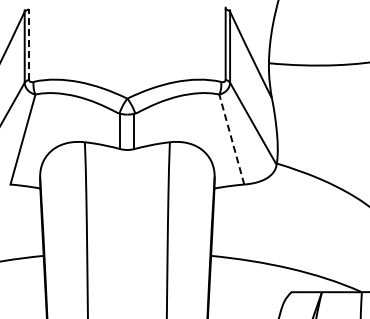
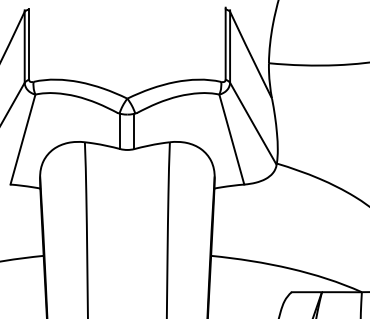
line at (29, 44): dashed -> solid
line at (231, 139): dashed -> solid
